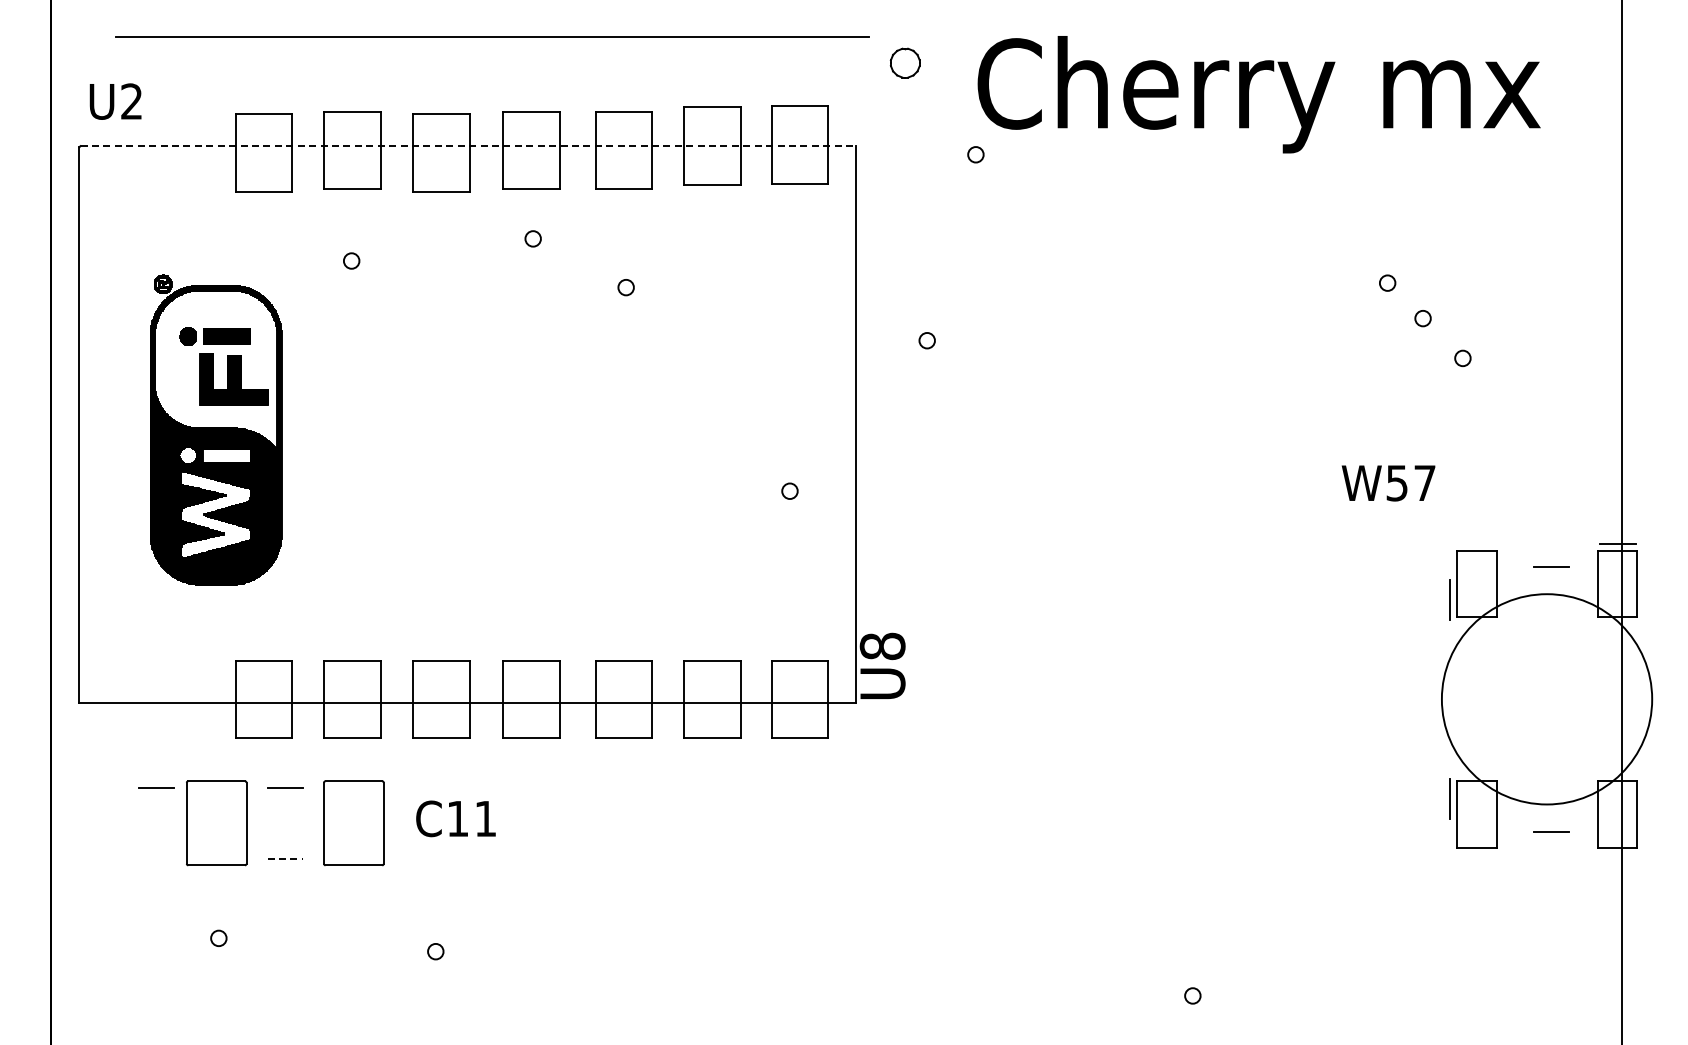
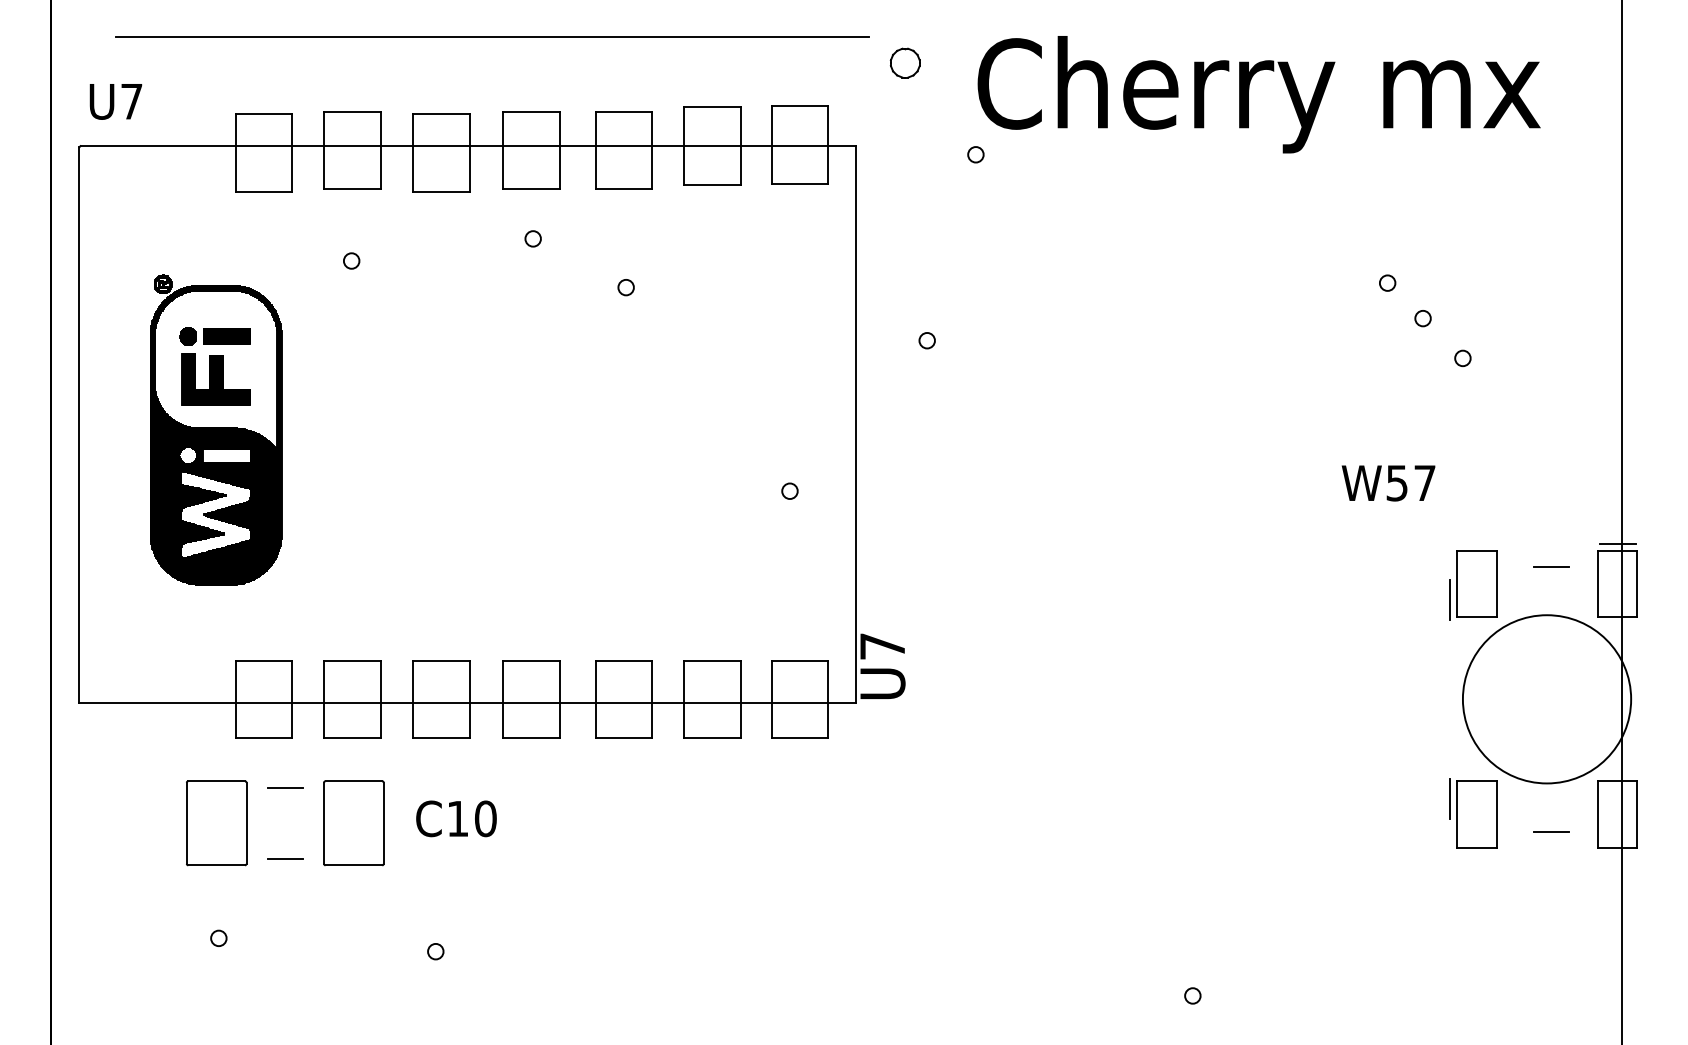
text at (131, 101): U2 -> U7
line at (468, 146): dashed -> solid
part at (233, 379) position: (233, 379) -> (215, 379)
text at (882, 646): U8 -> U7
circle at (1546, 699) diameter: 210 px -> 168 px
line at (156, 787): present -> none
text at (485, 818): C11 -> C10
line at (285, 858): dashed -> solid
